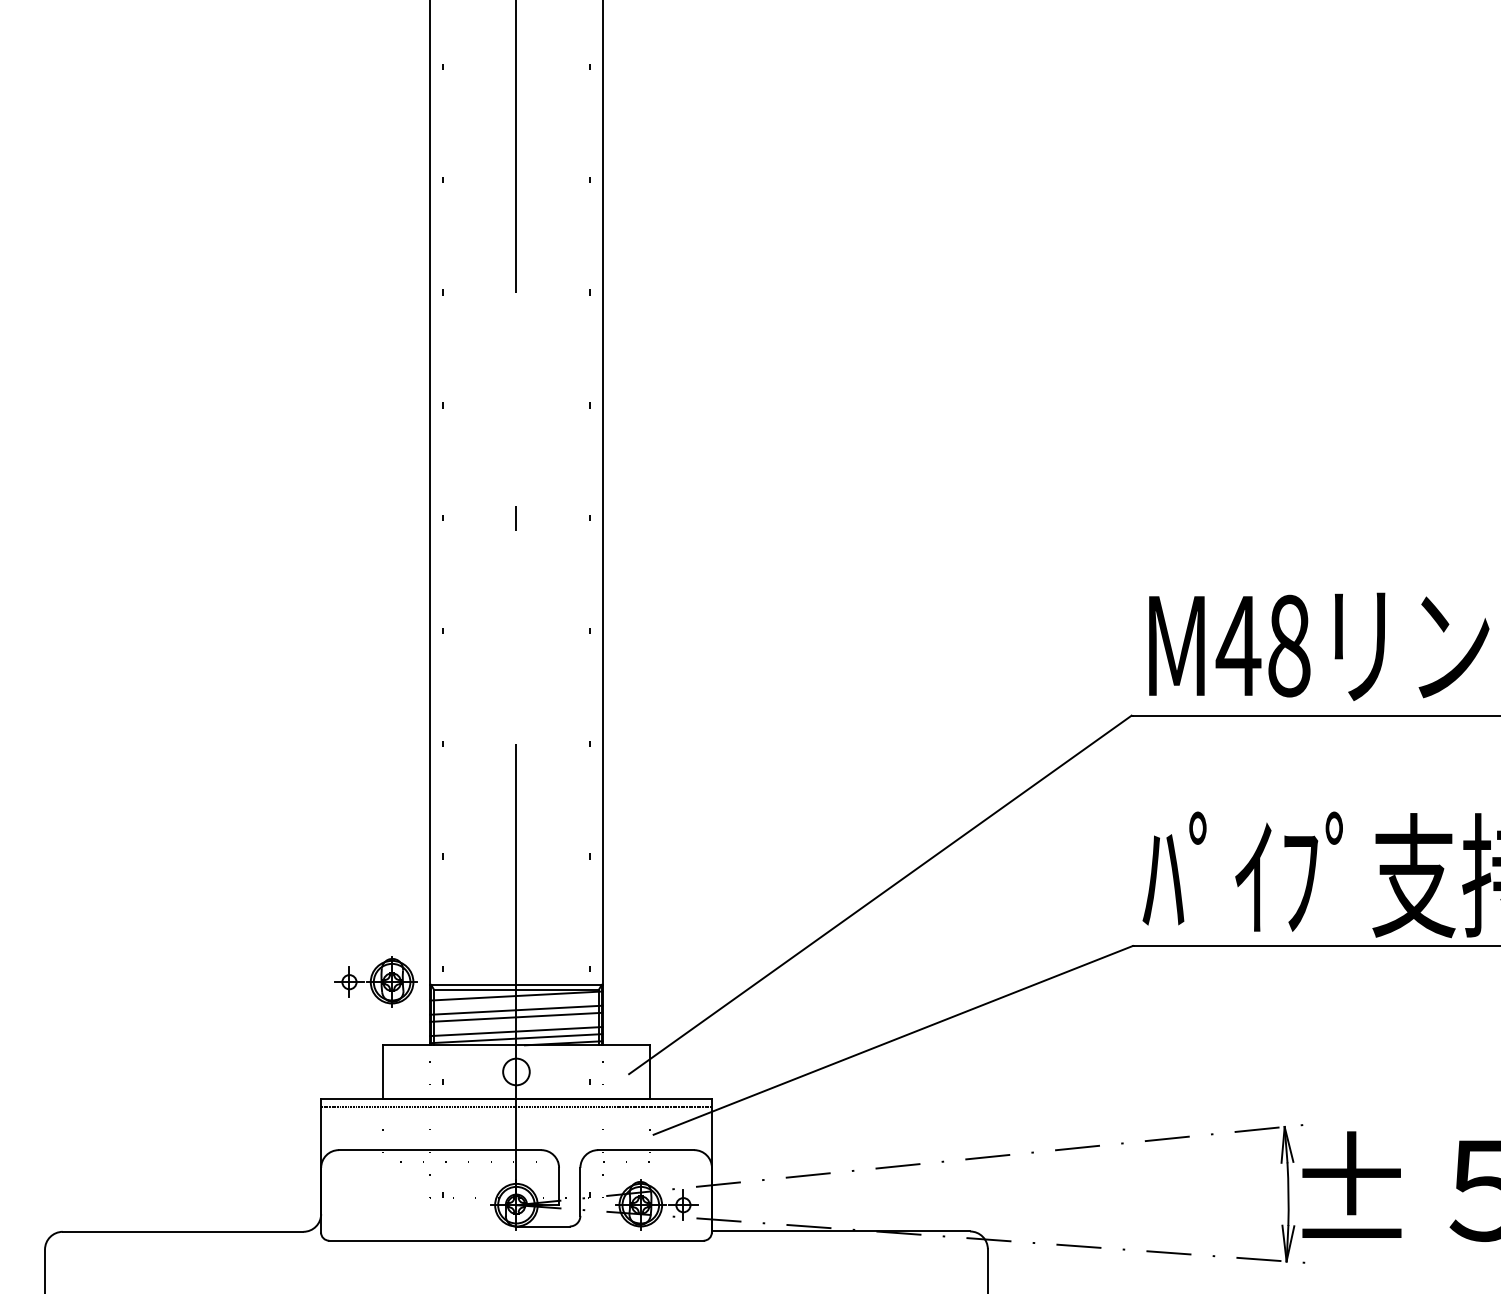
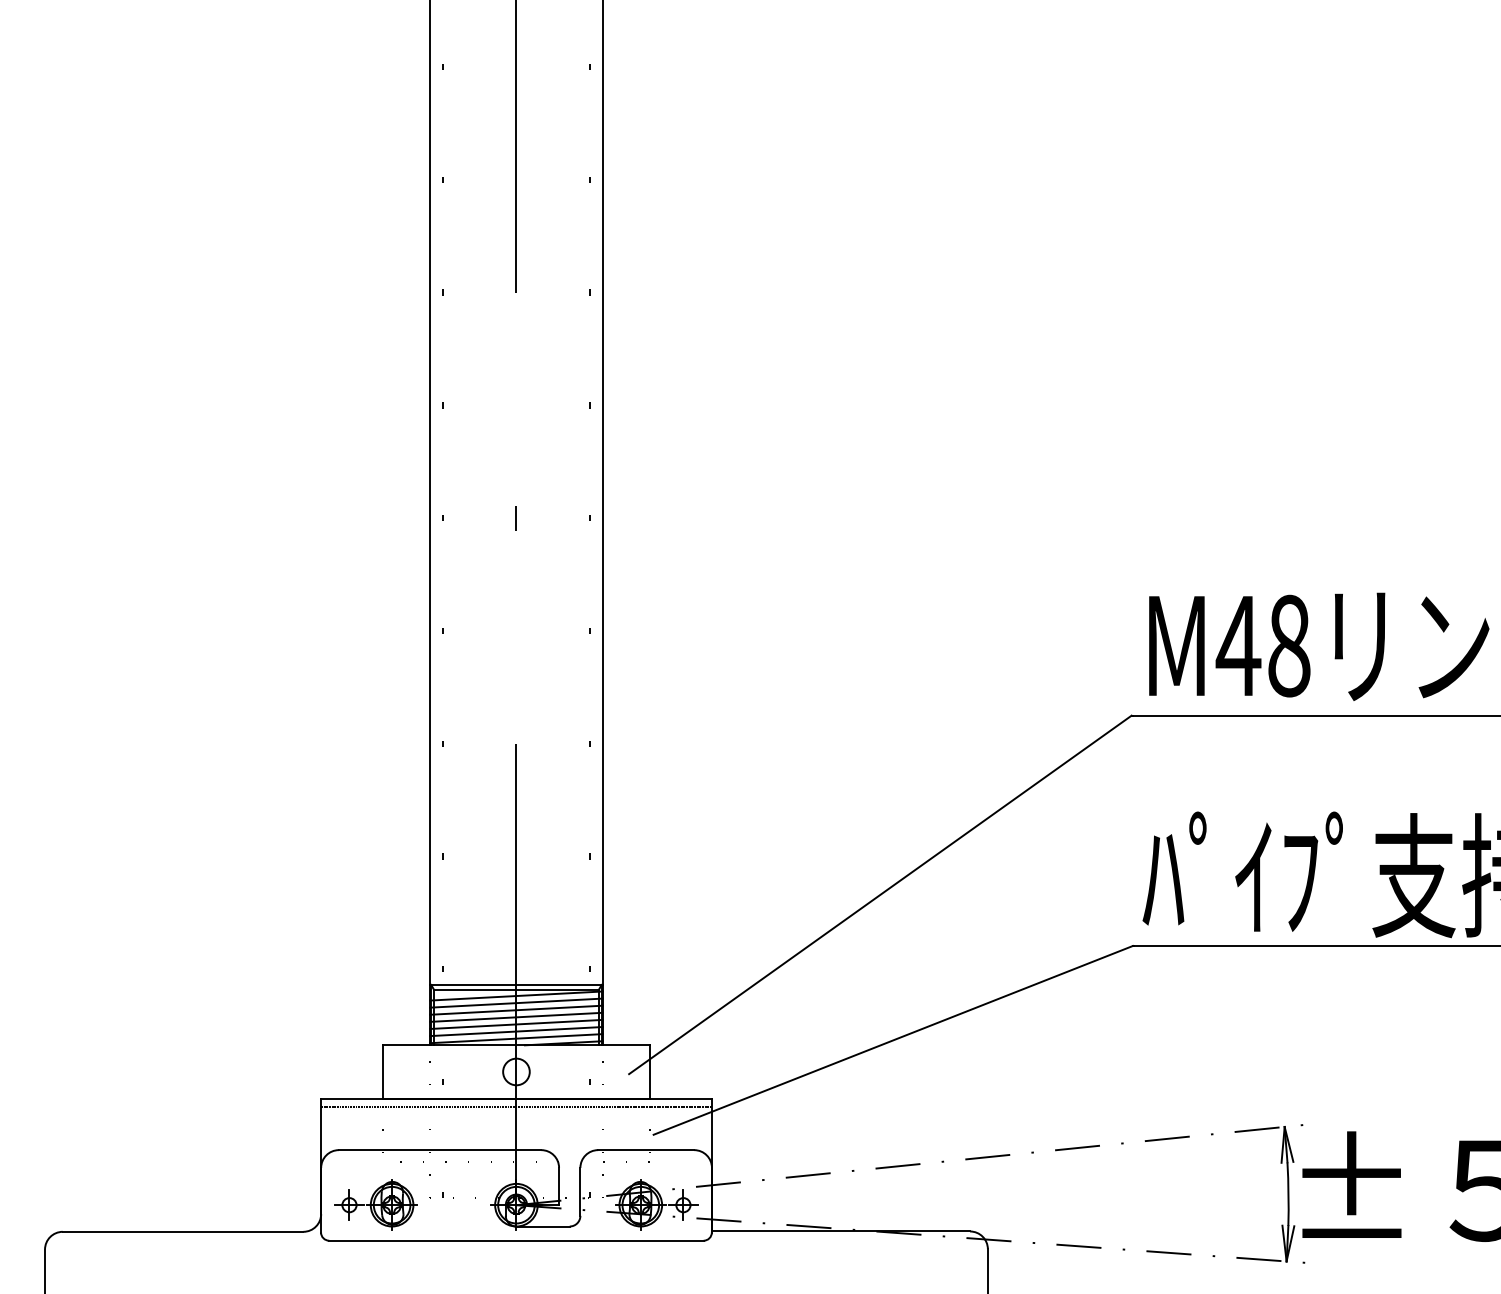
part at (375, 981) position: (375, 981) -> (375, 1204)
line at (516, 1002): none -> present
line at (516, 1023): none -> present
